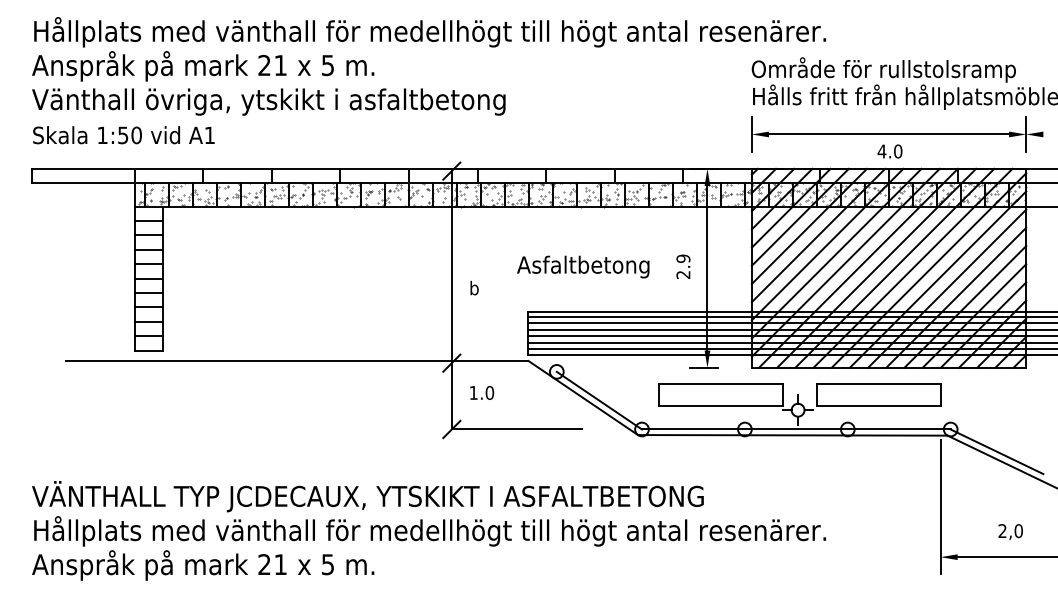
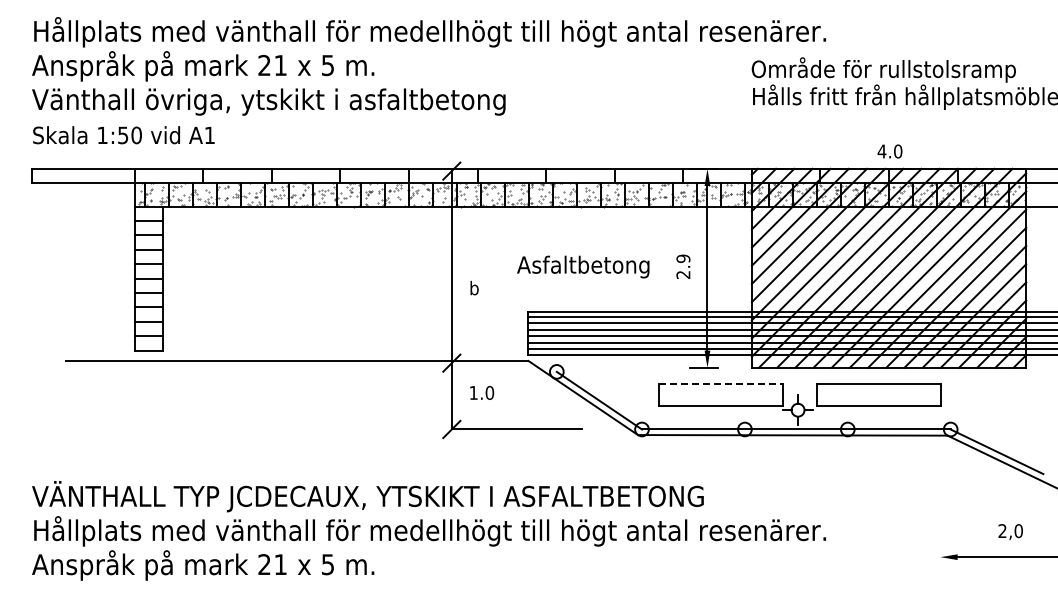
part at (897, 134): present -> none
line at (721, 384): solid -> dashed
line at (940, 507): present -> none
